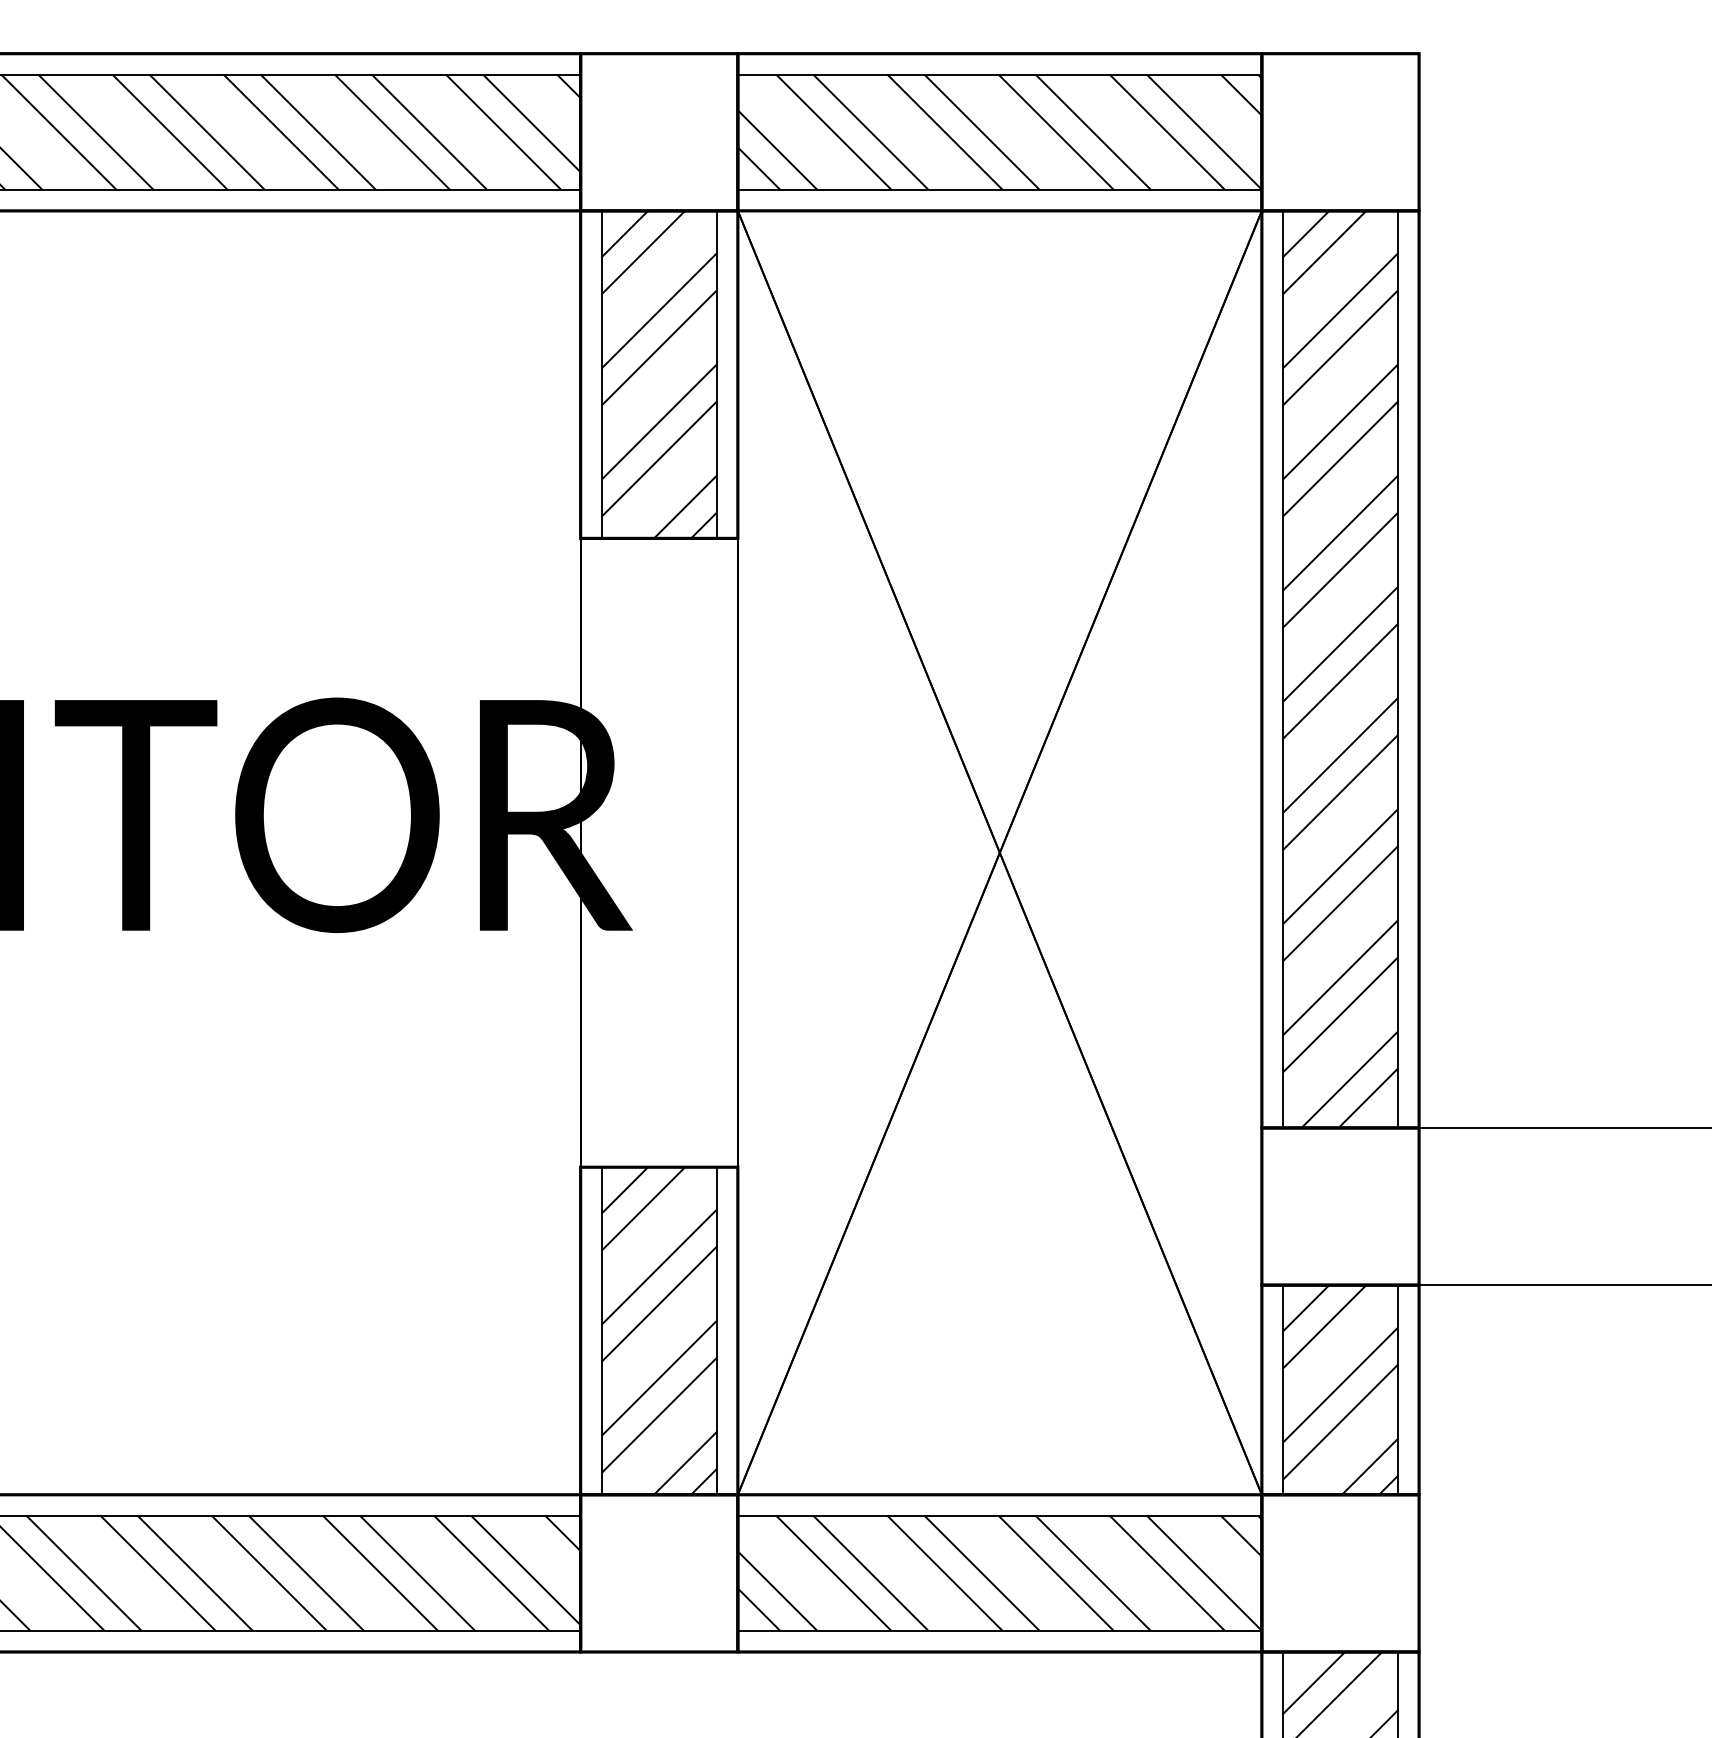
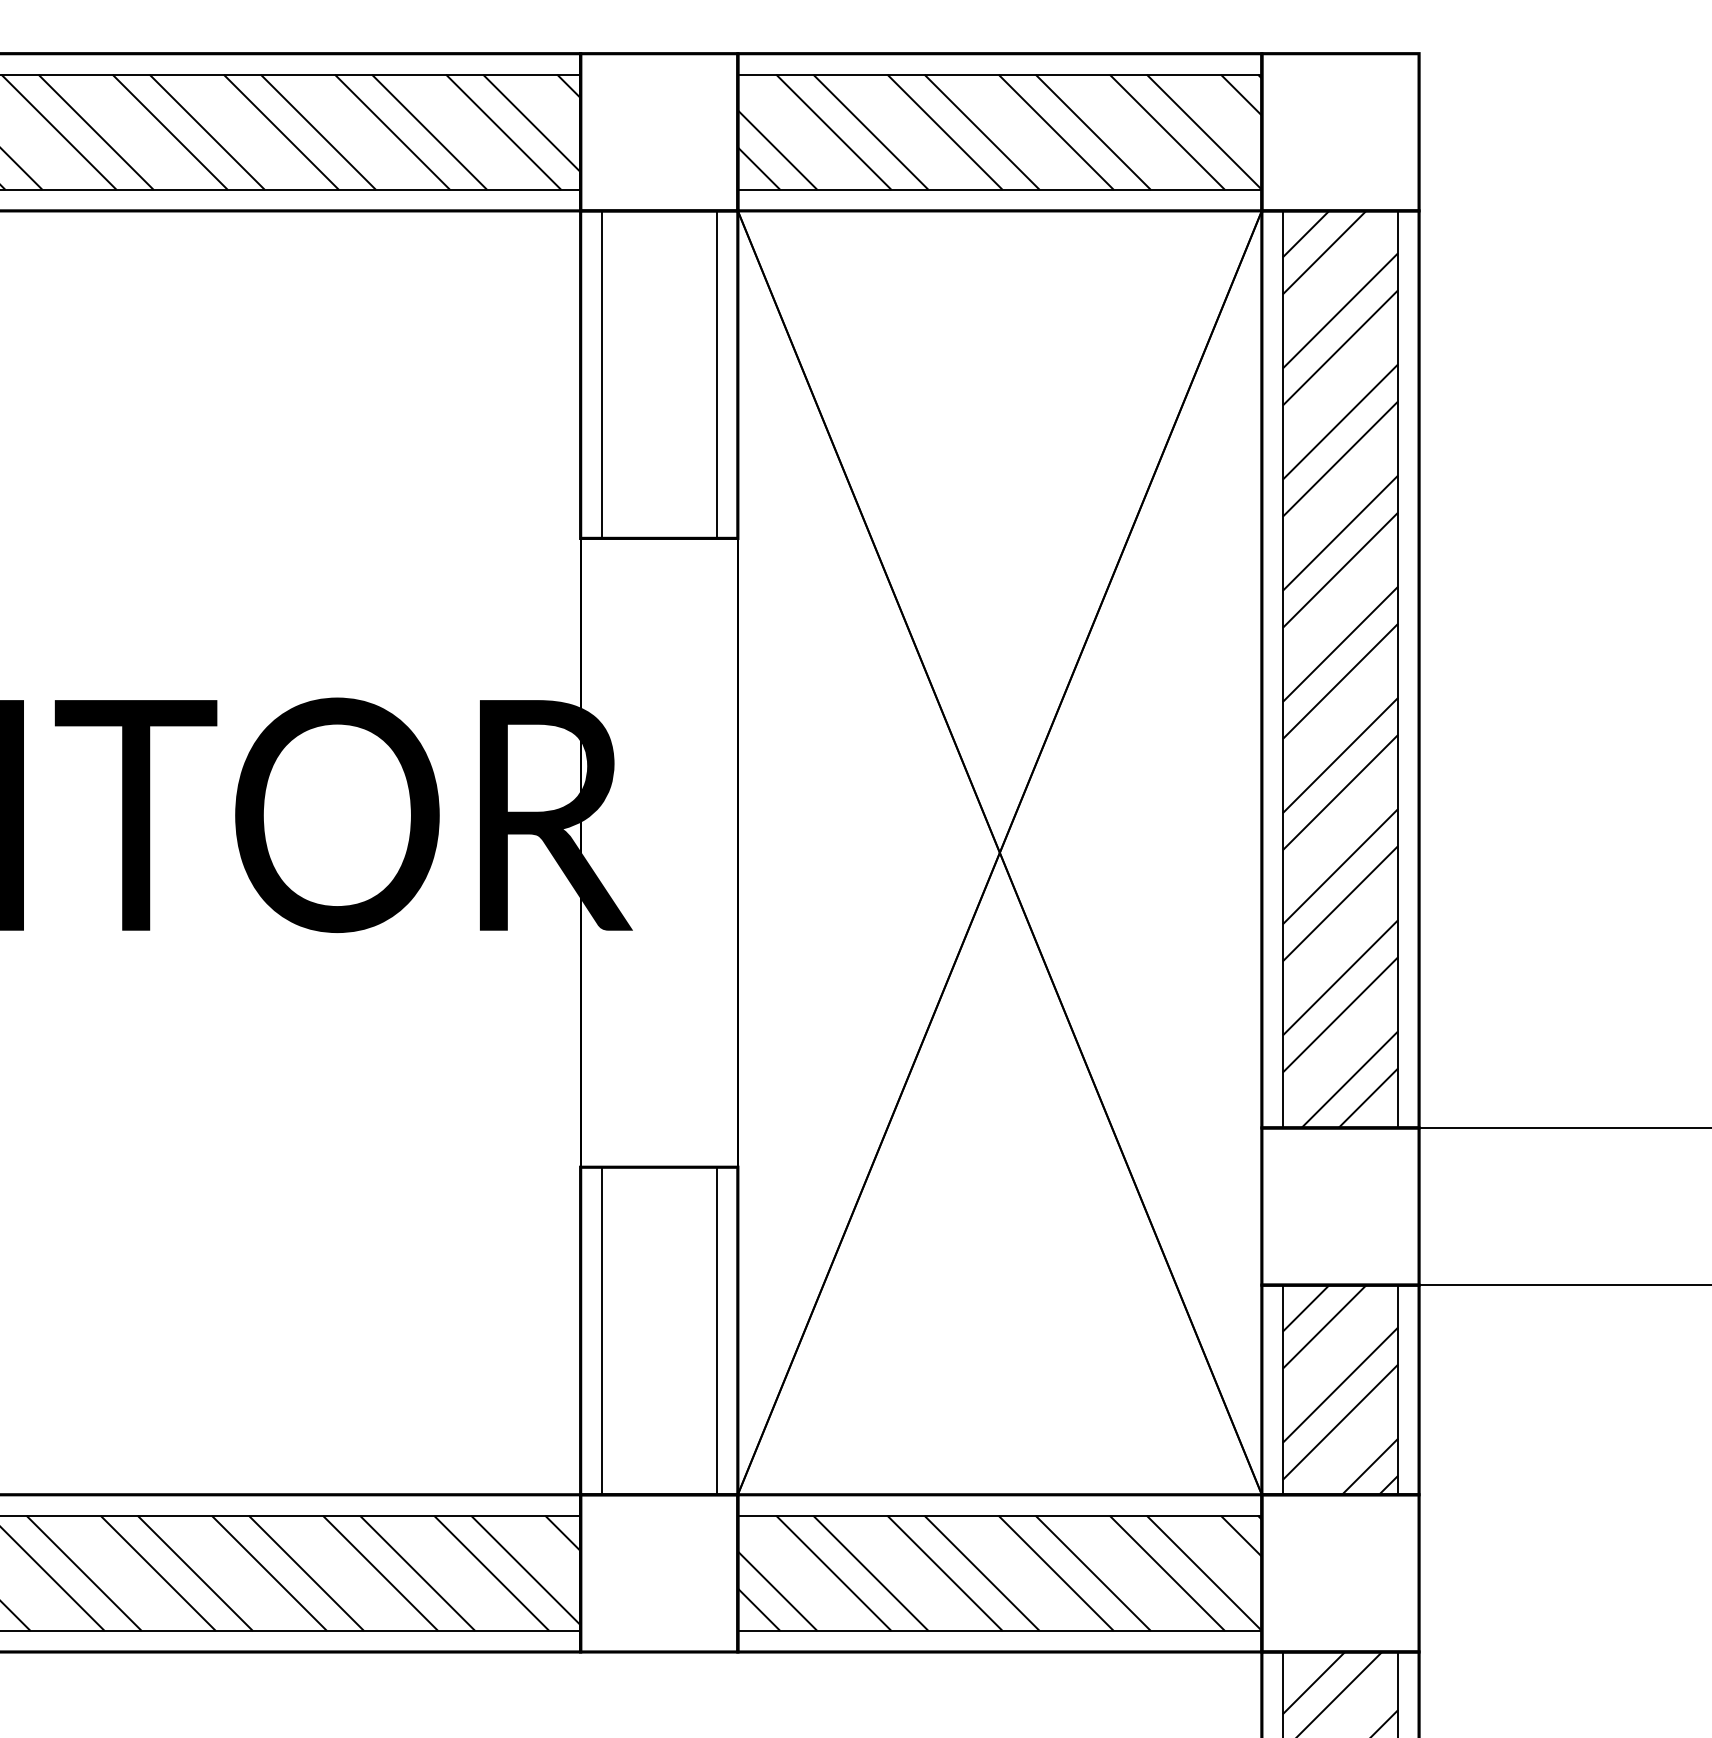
hatch at (658, 374): present -> none
hatch at (658, 1330): present -> none
